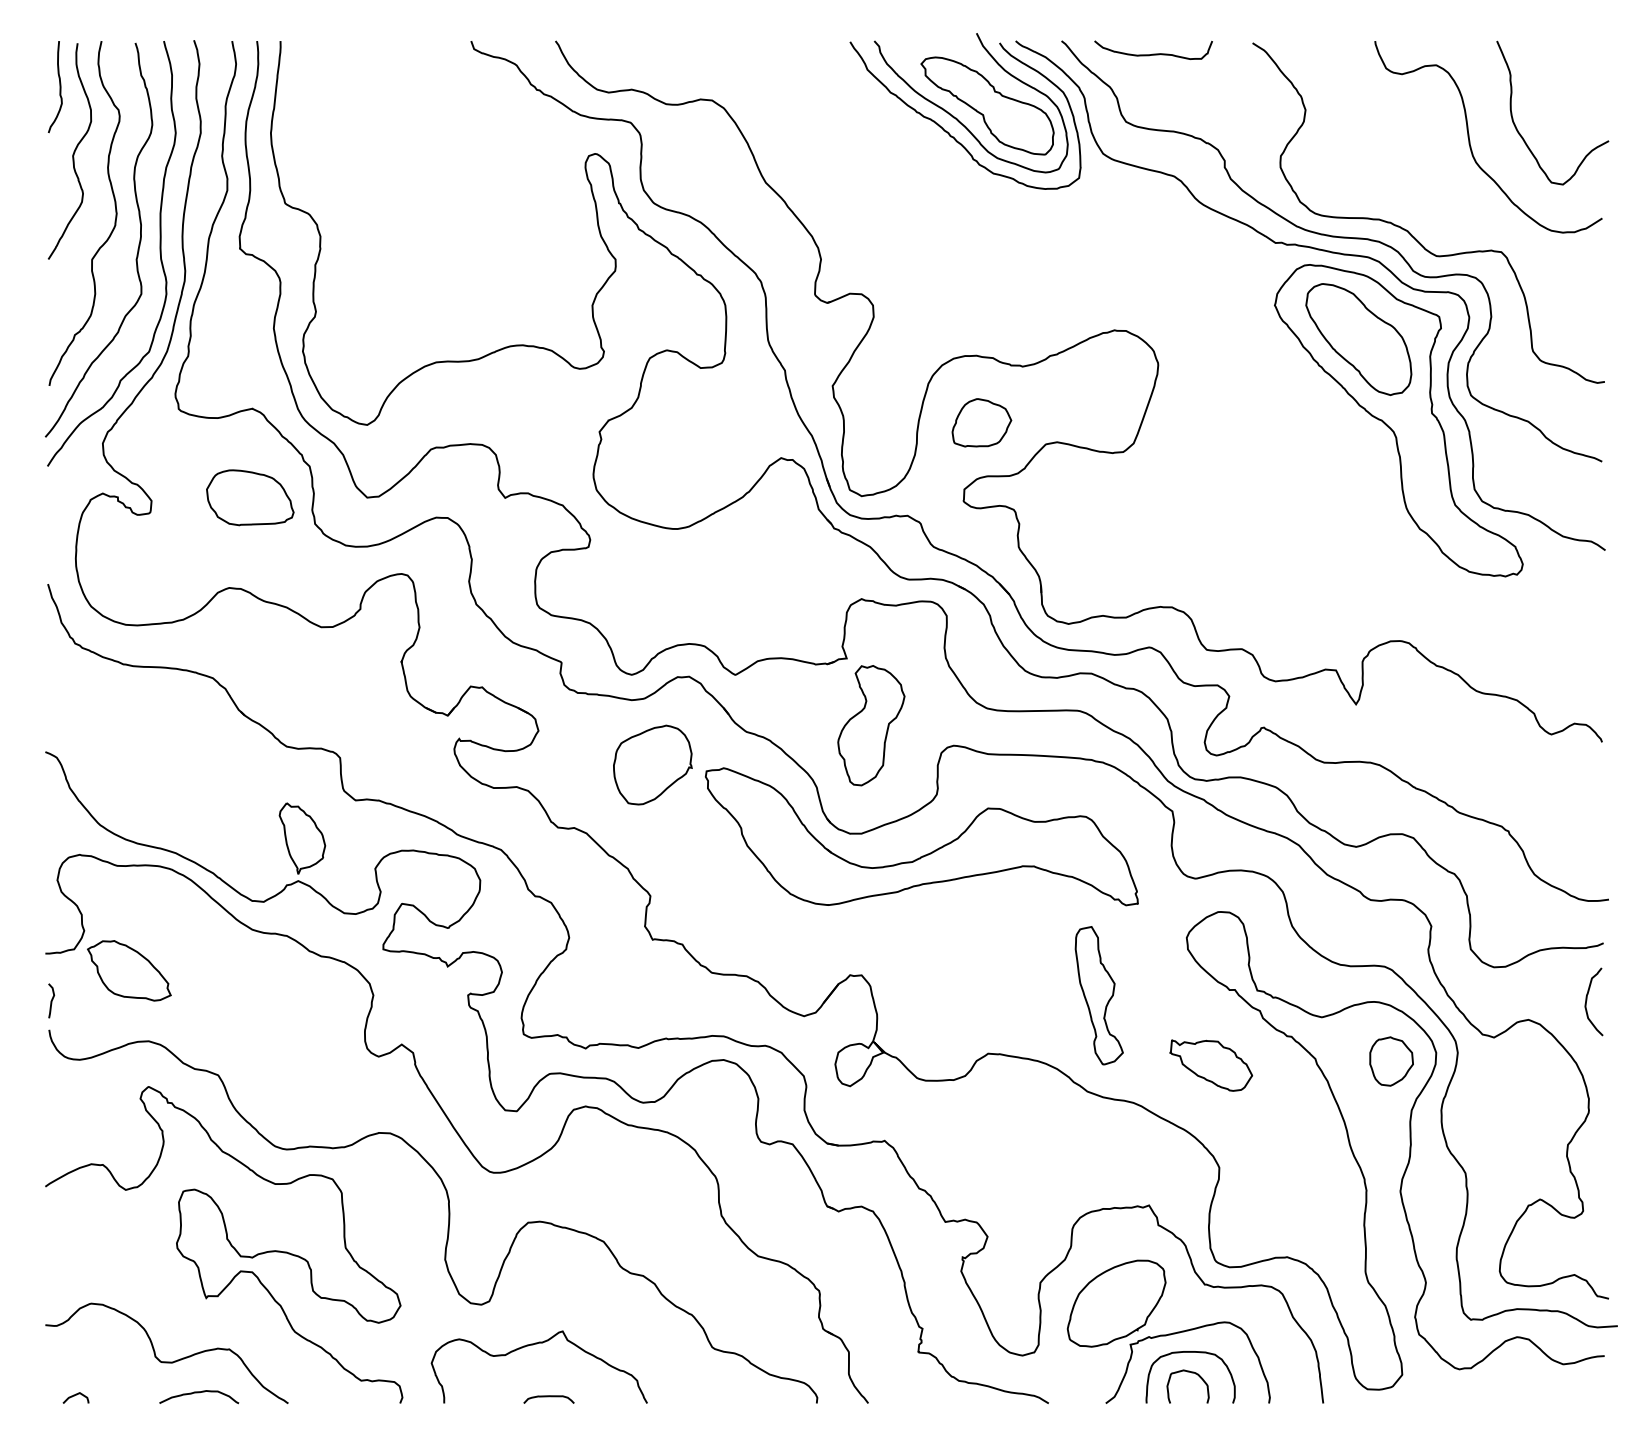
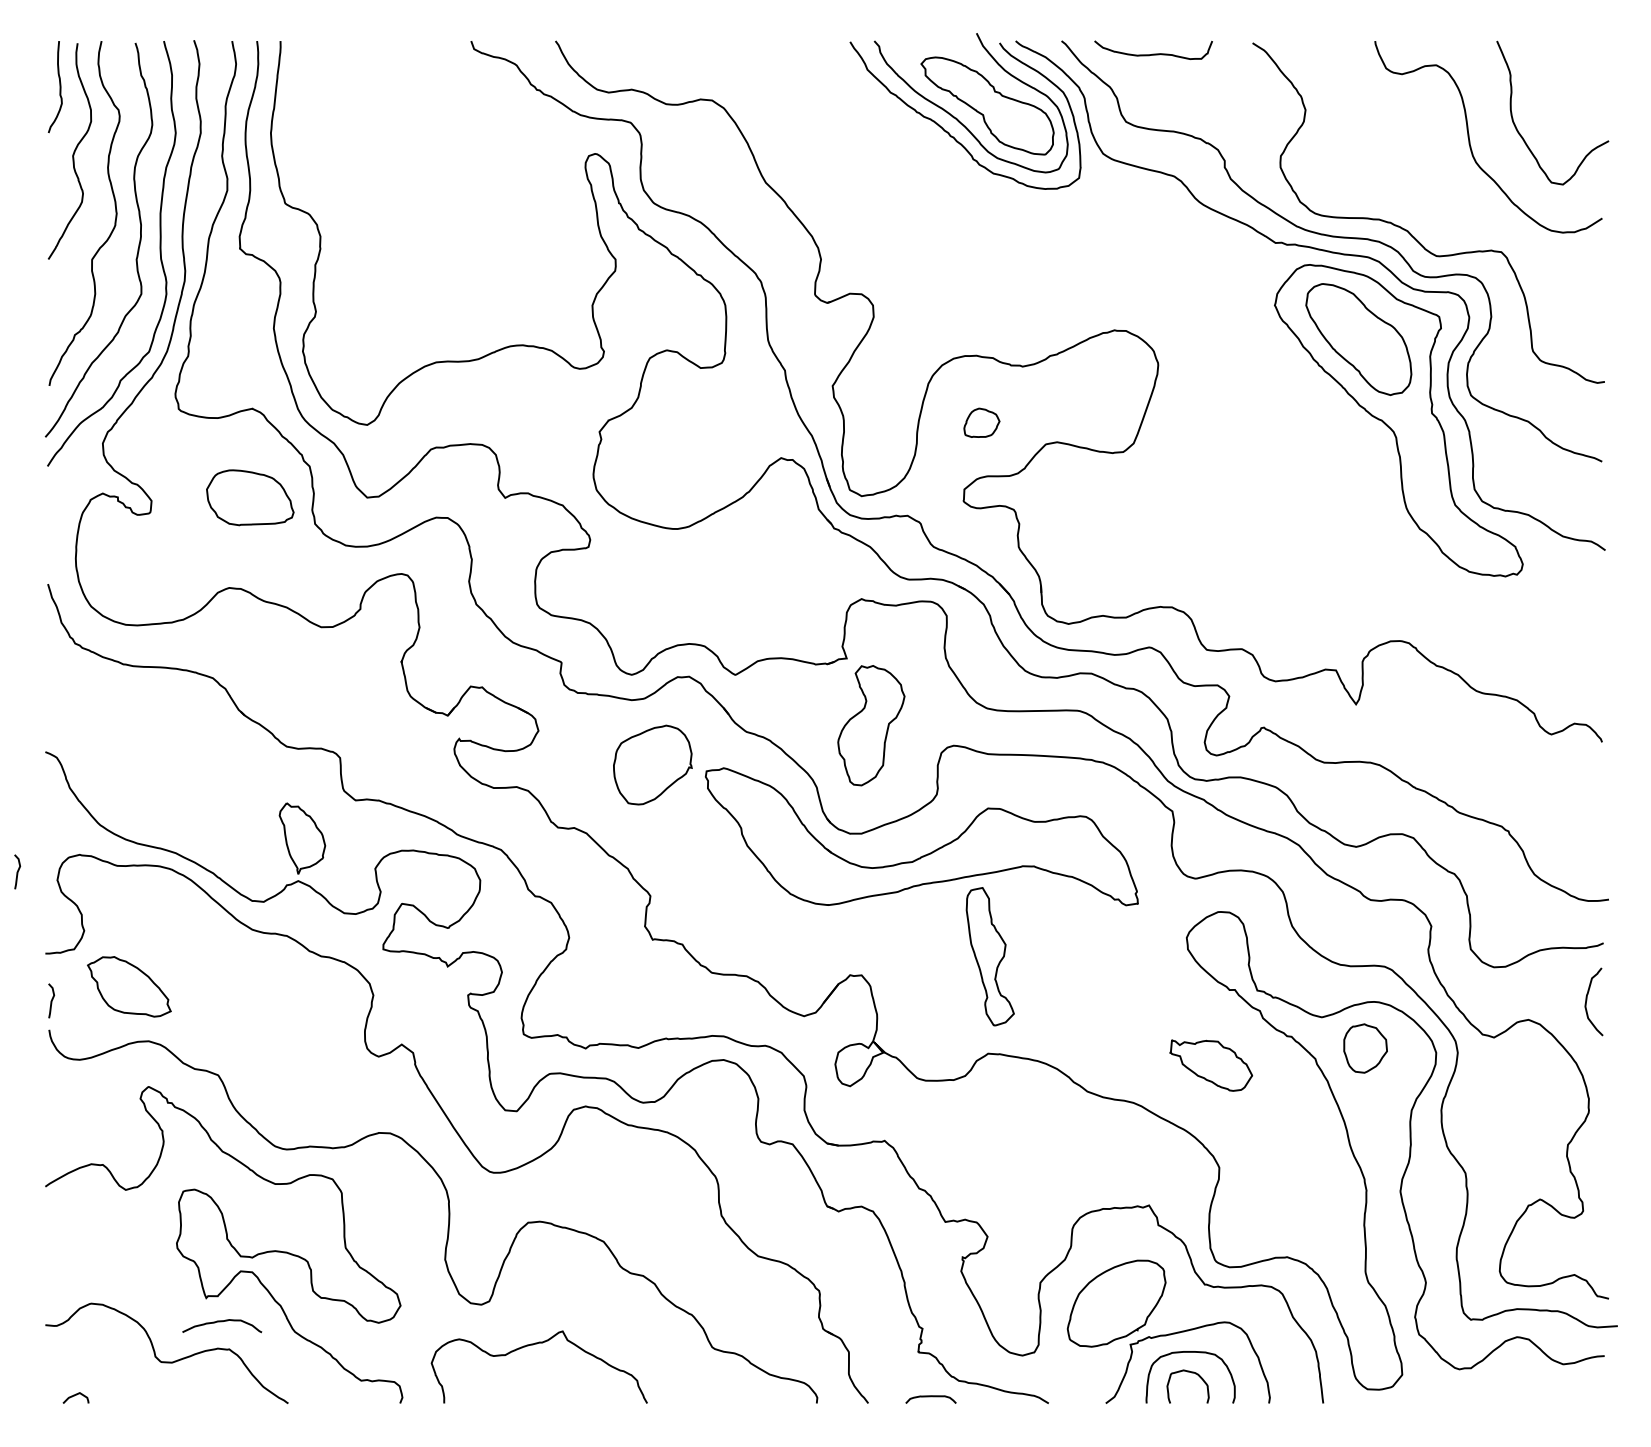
part at (981, 422) size: 62x50 px -> 38x31 px
curve at (17, 871): none -> present
part at (129, 970) position: (129, 970) -> (129, 986)
part at (1098, 995) position: (1098, 995) -> (989, 956)
part at (1391, 1061) position: (1391, 1061) -> (1365, 1048)
curve at (199, 1393) position: (199, 1393) -> (222, 1322)
curve at (548, 1397) position: (548, 1397) -> (930, 1397)
